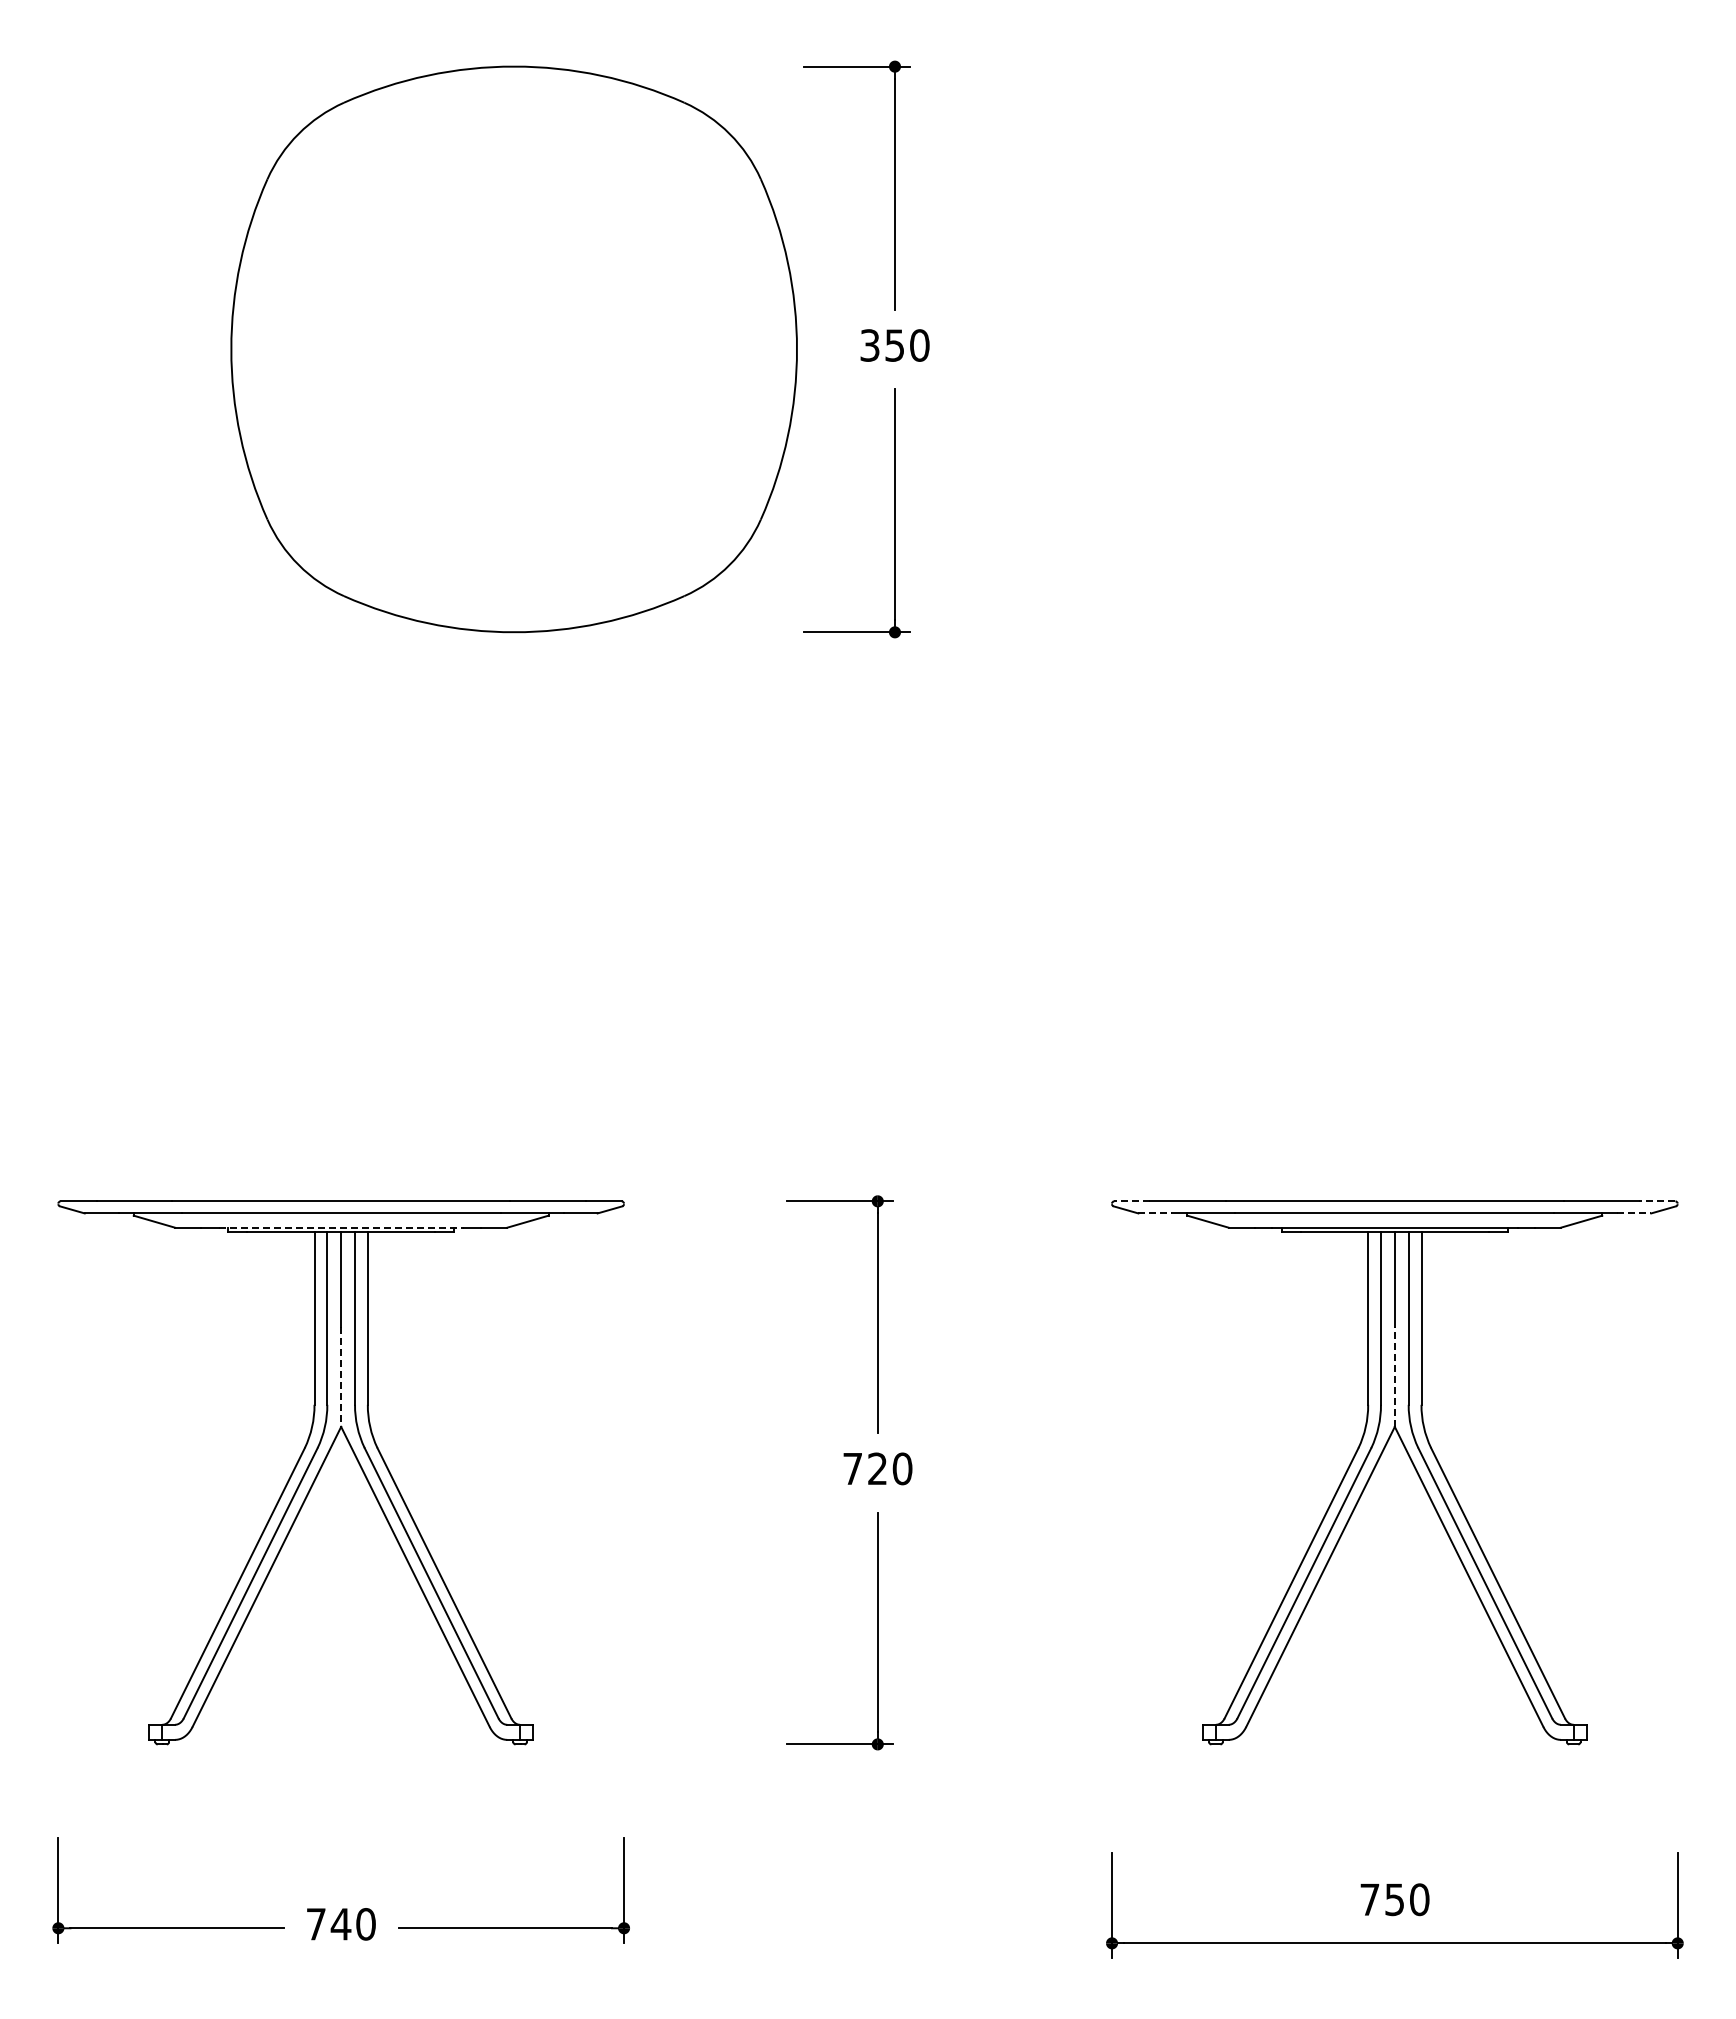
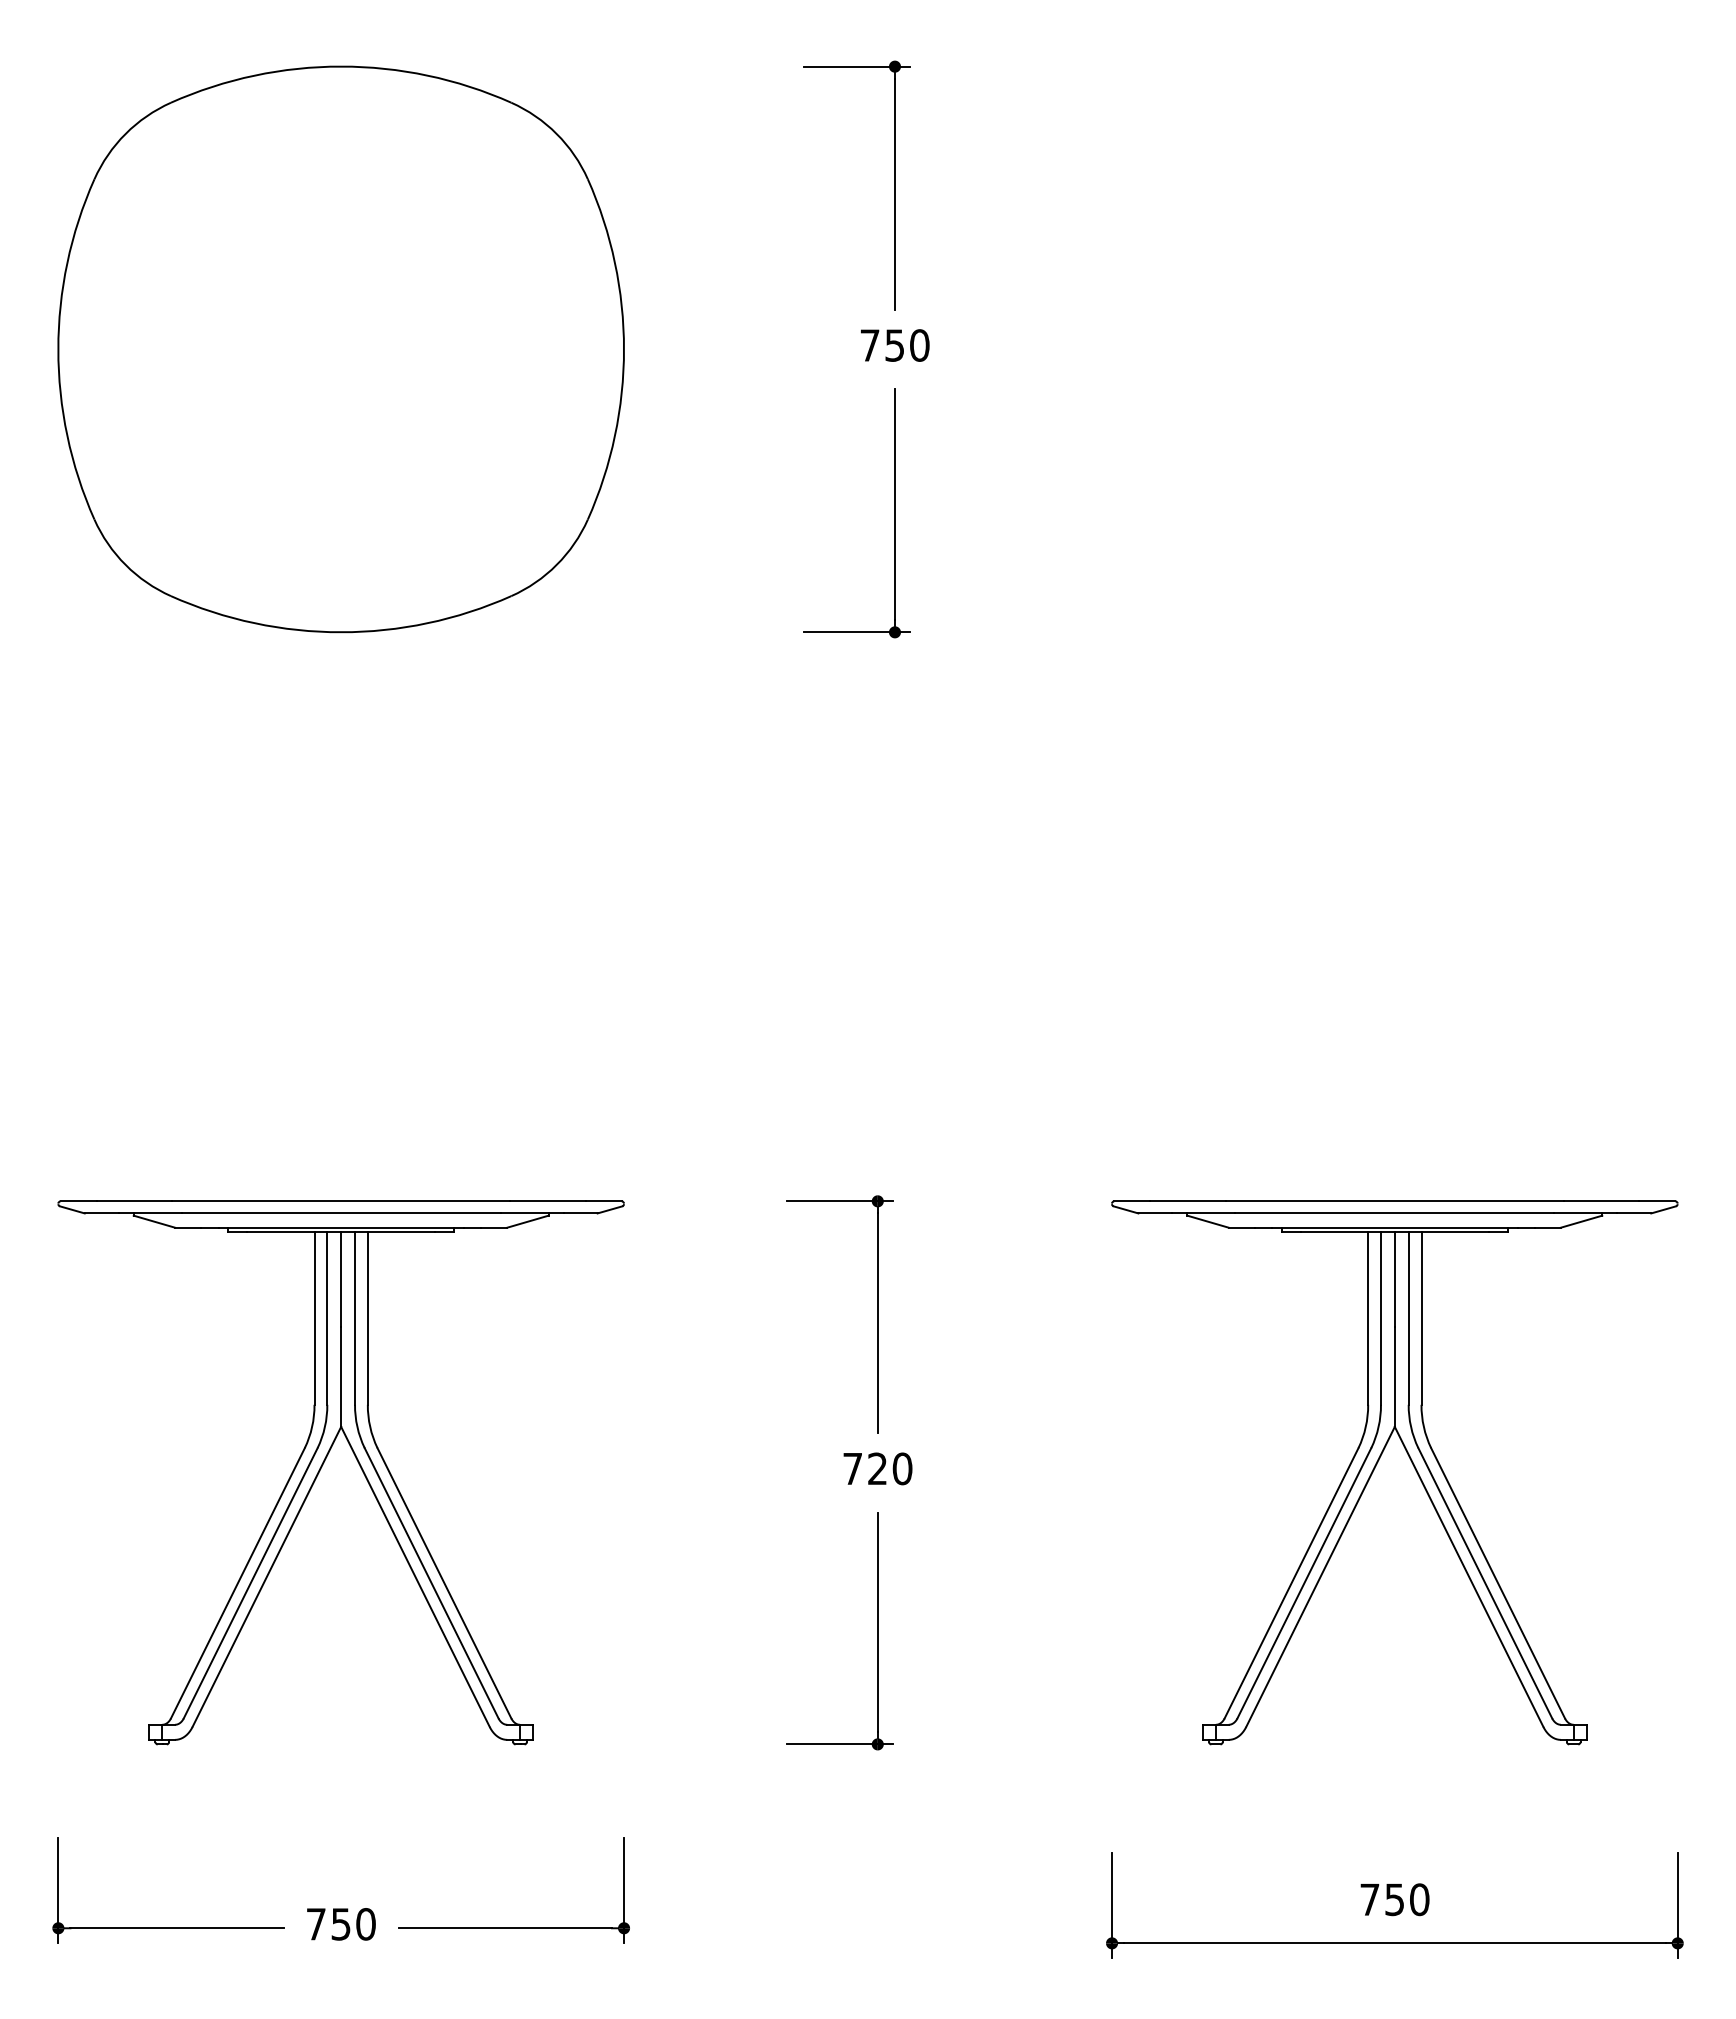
text at (869, 345): 350 -> 750
part at (513, 349) position: (513, 349) -> (340, 349)
line at (1132, 1201): dashed -> solid
line at (1657, 1201): dashed -> solid
line at (1155, 1213): dashed -> solid
line at (1634, 1213): dashed -> solid
line at (341, 1227): dashed -> solid
line at (341, 1377): dashed -> solid
line at (1394, 1377): dashed -> solid
text at (340, 1924): 740 -> 750
